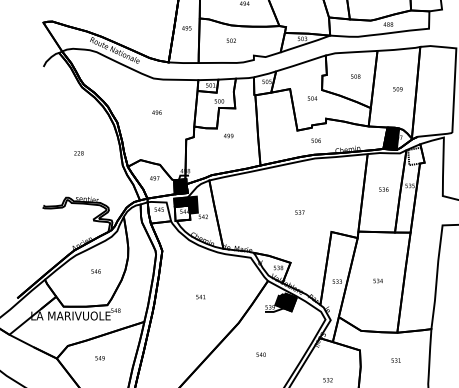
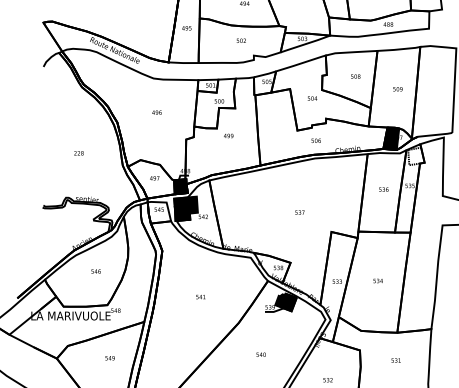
text at (230, 40) position: (230, 40) -> (240, 40)
fill at (182, 212): none -> present
text at (99, 358) position: (99, 358) -> (109, 358)
